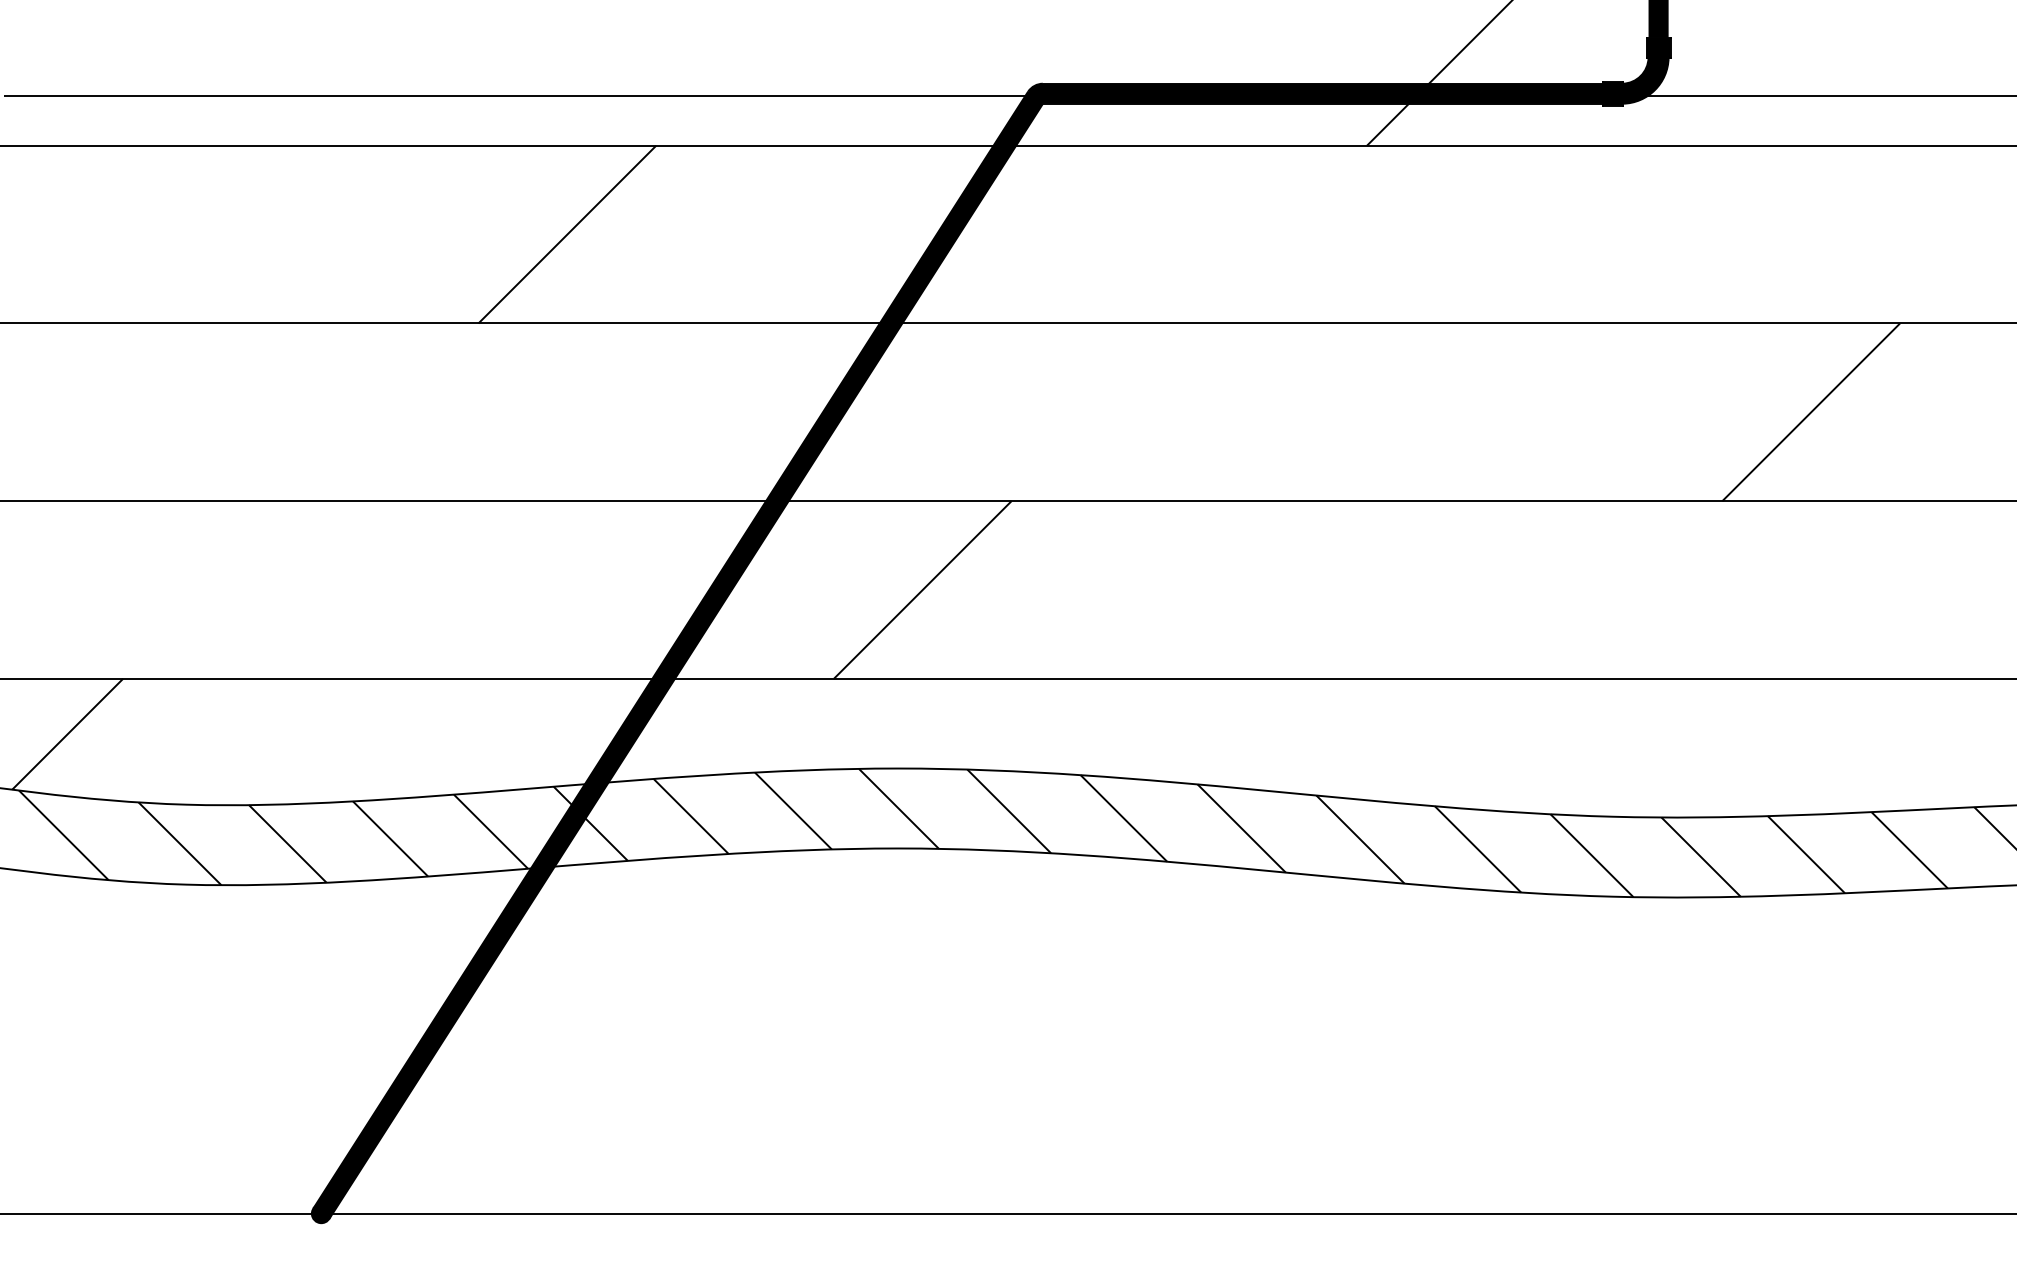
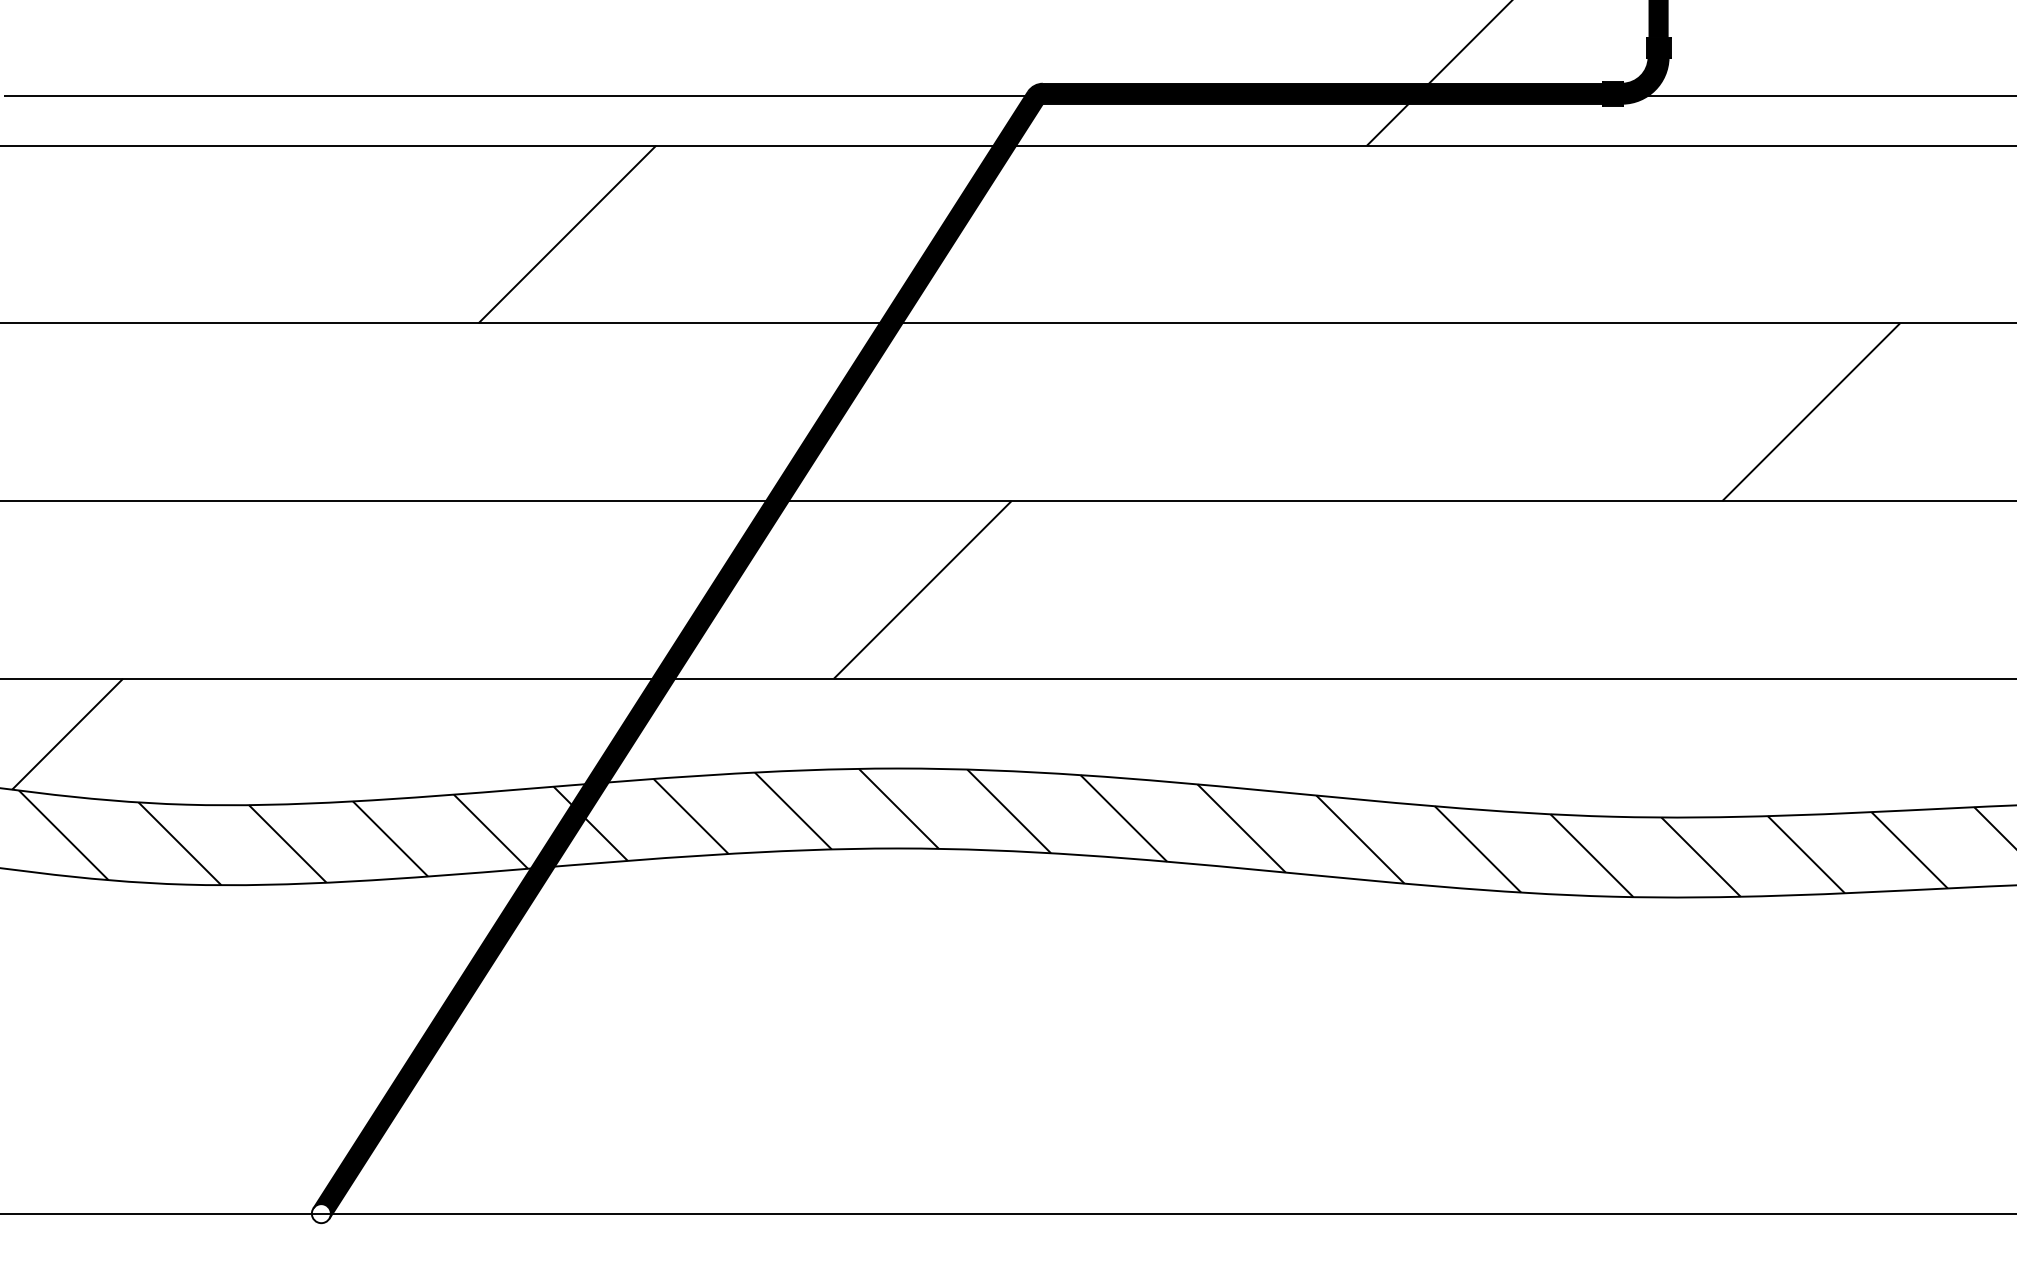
fill at (320, 1213): present -> none
